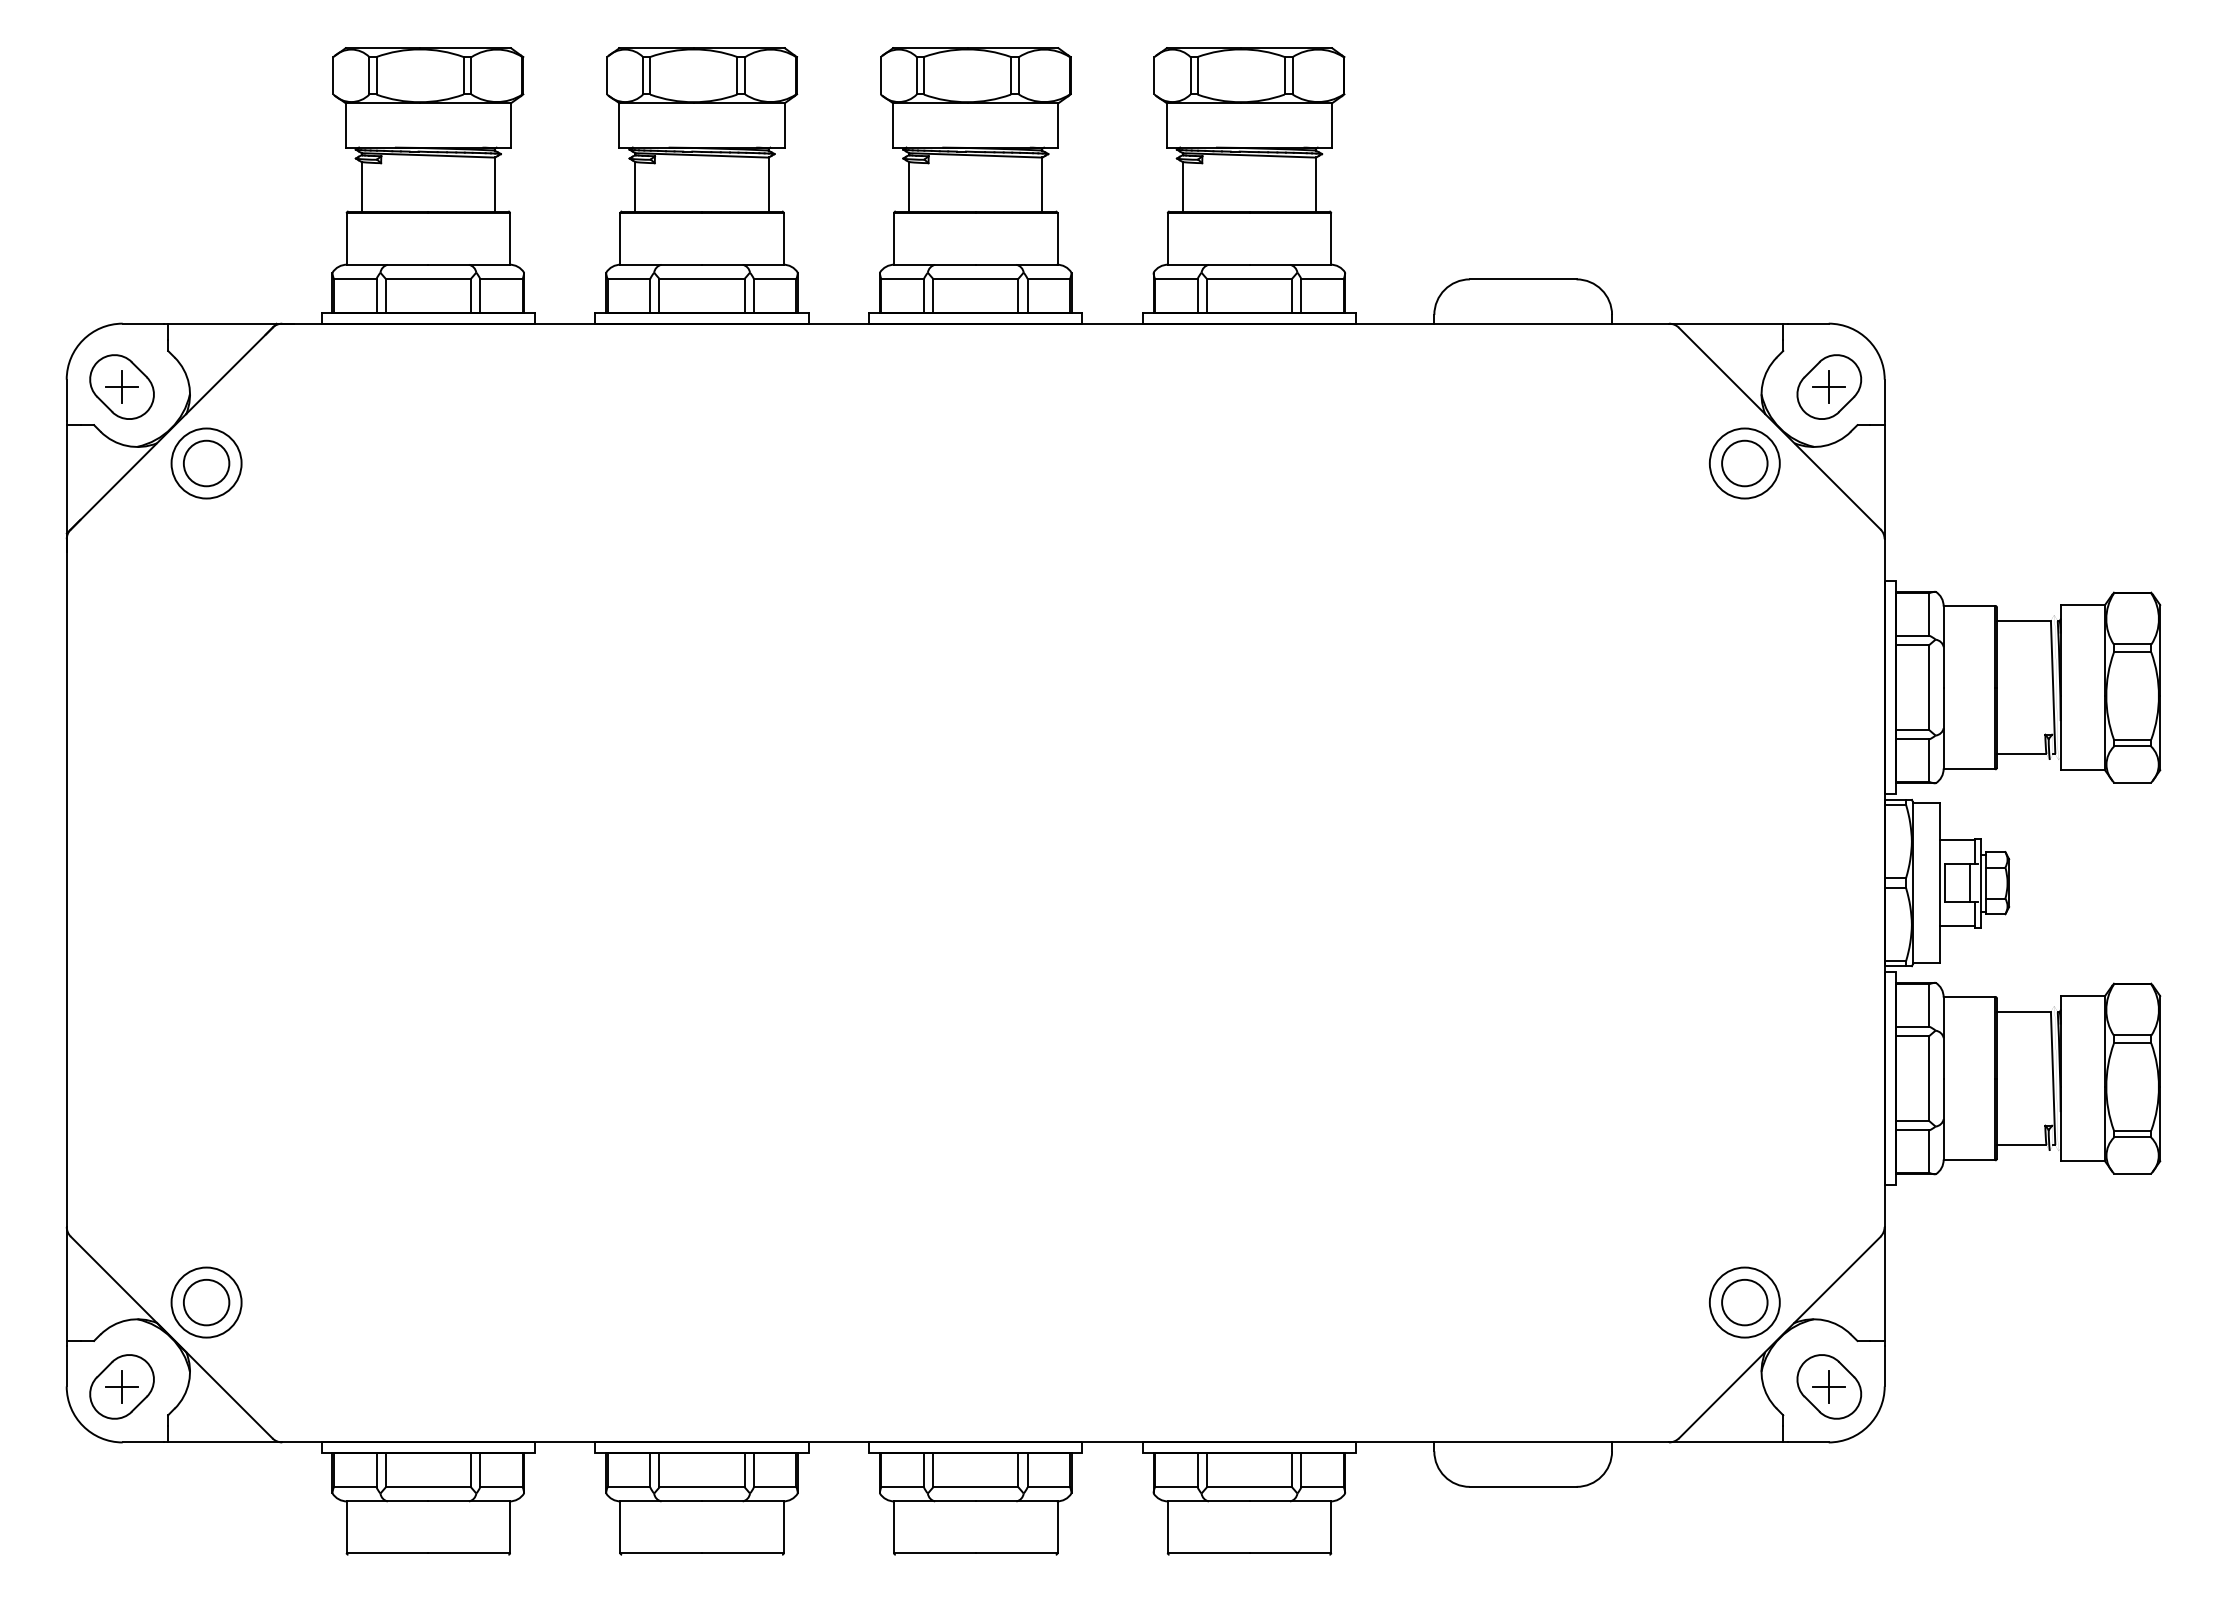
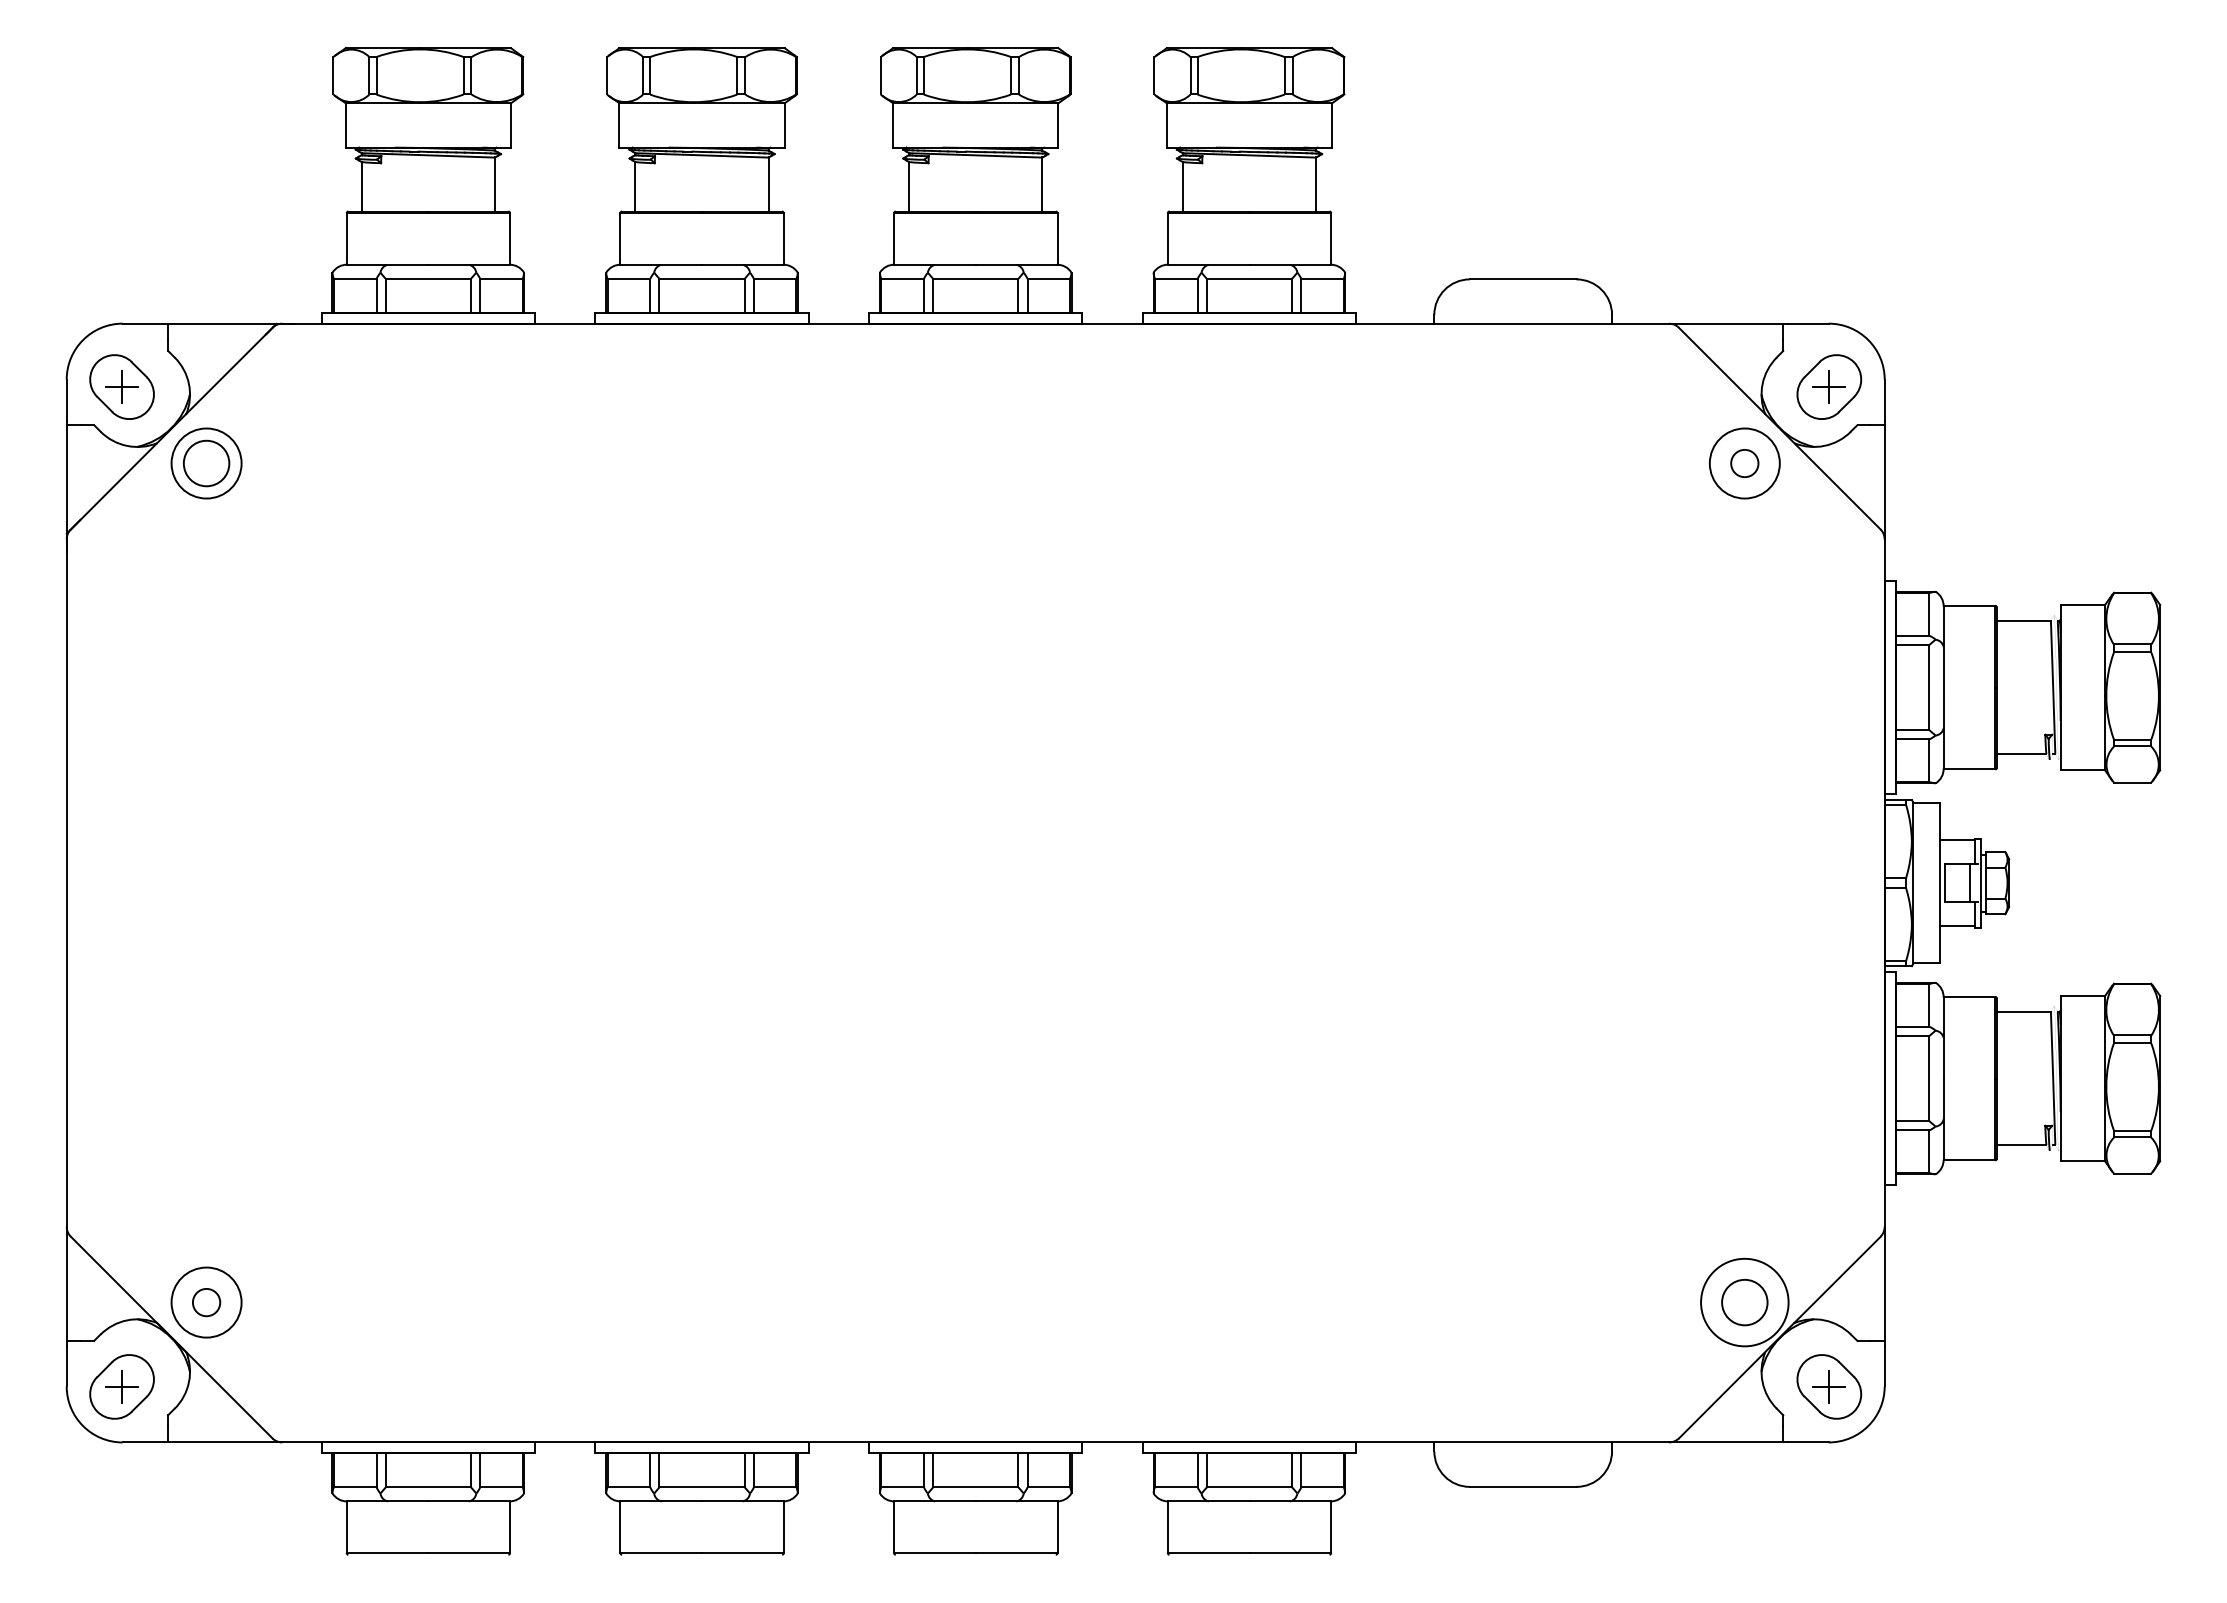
circle at (1744, 463) diameter: 45 px -> 27 px
circle at (206, 1302) diameter: 45 px -> 27 px
circle at (1744, 1302) diameter: 70 px -> 88 px
